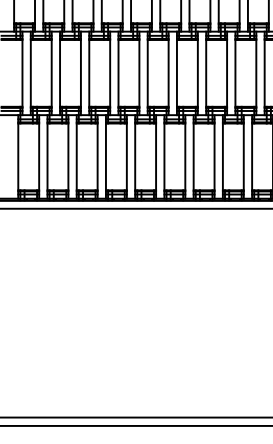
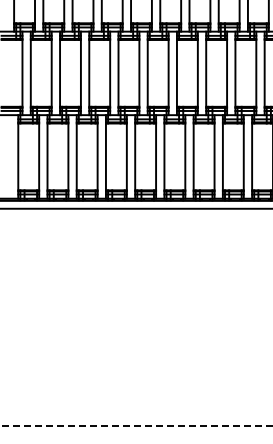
line at (135, 417): present -> none
line at (136, 425): solid -> dashed
